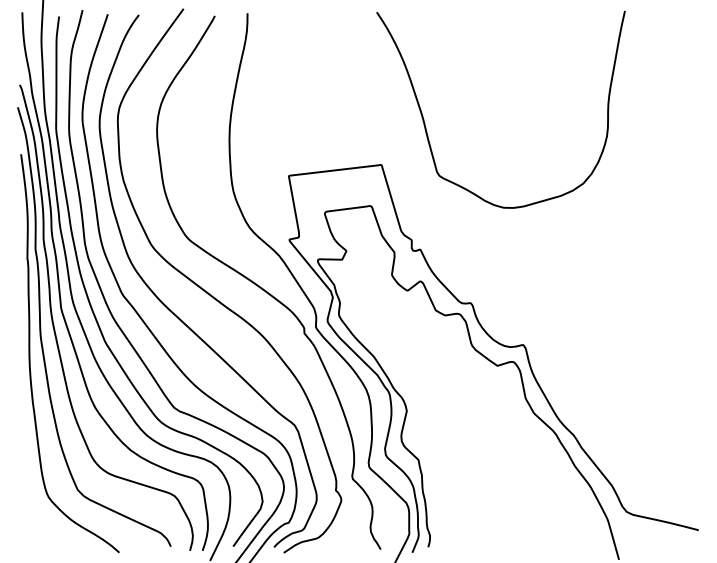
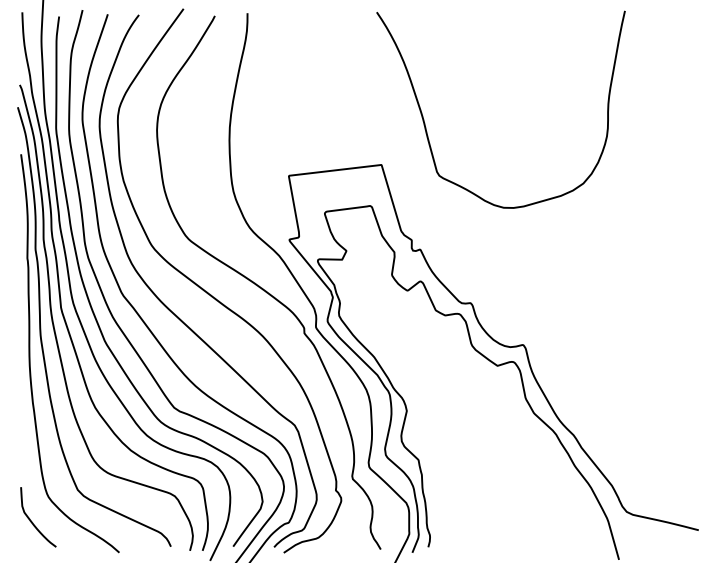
curve at (33, 522): none -> present
